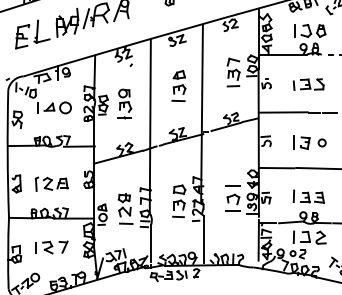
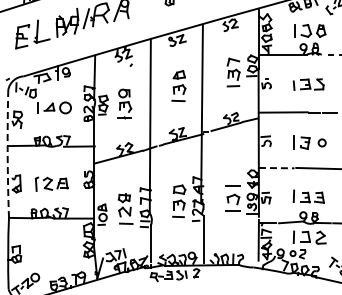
arc at (7, 153): solid -> dashed
line at (276, 168): solid -> dashed
part at (51, 247): present -> none
